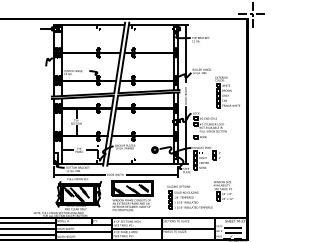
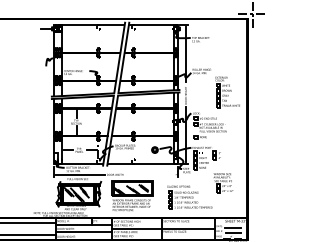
line at (151, 174): present -> none
part at (223, 191) position: (223, 191) -> (223, 183)
line at (29, 229): present -> none
